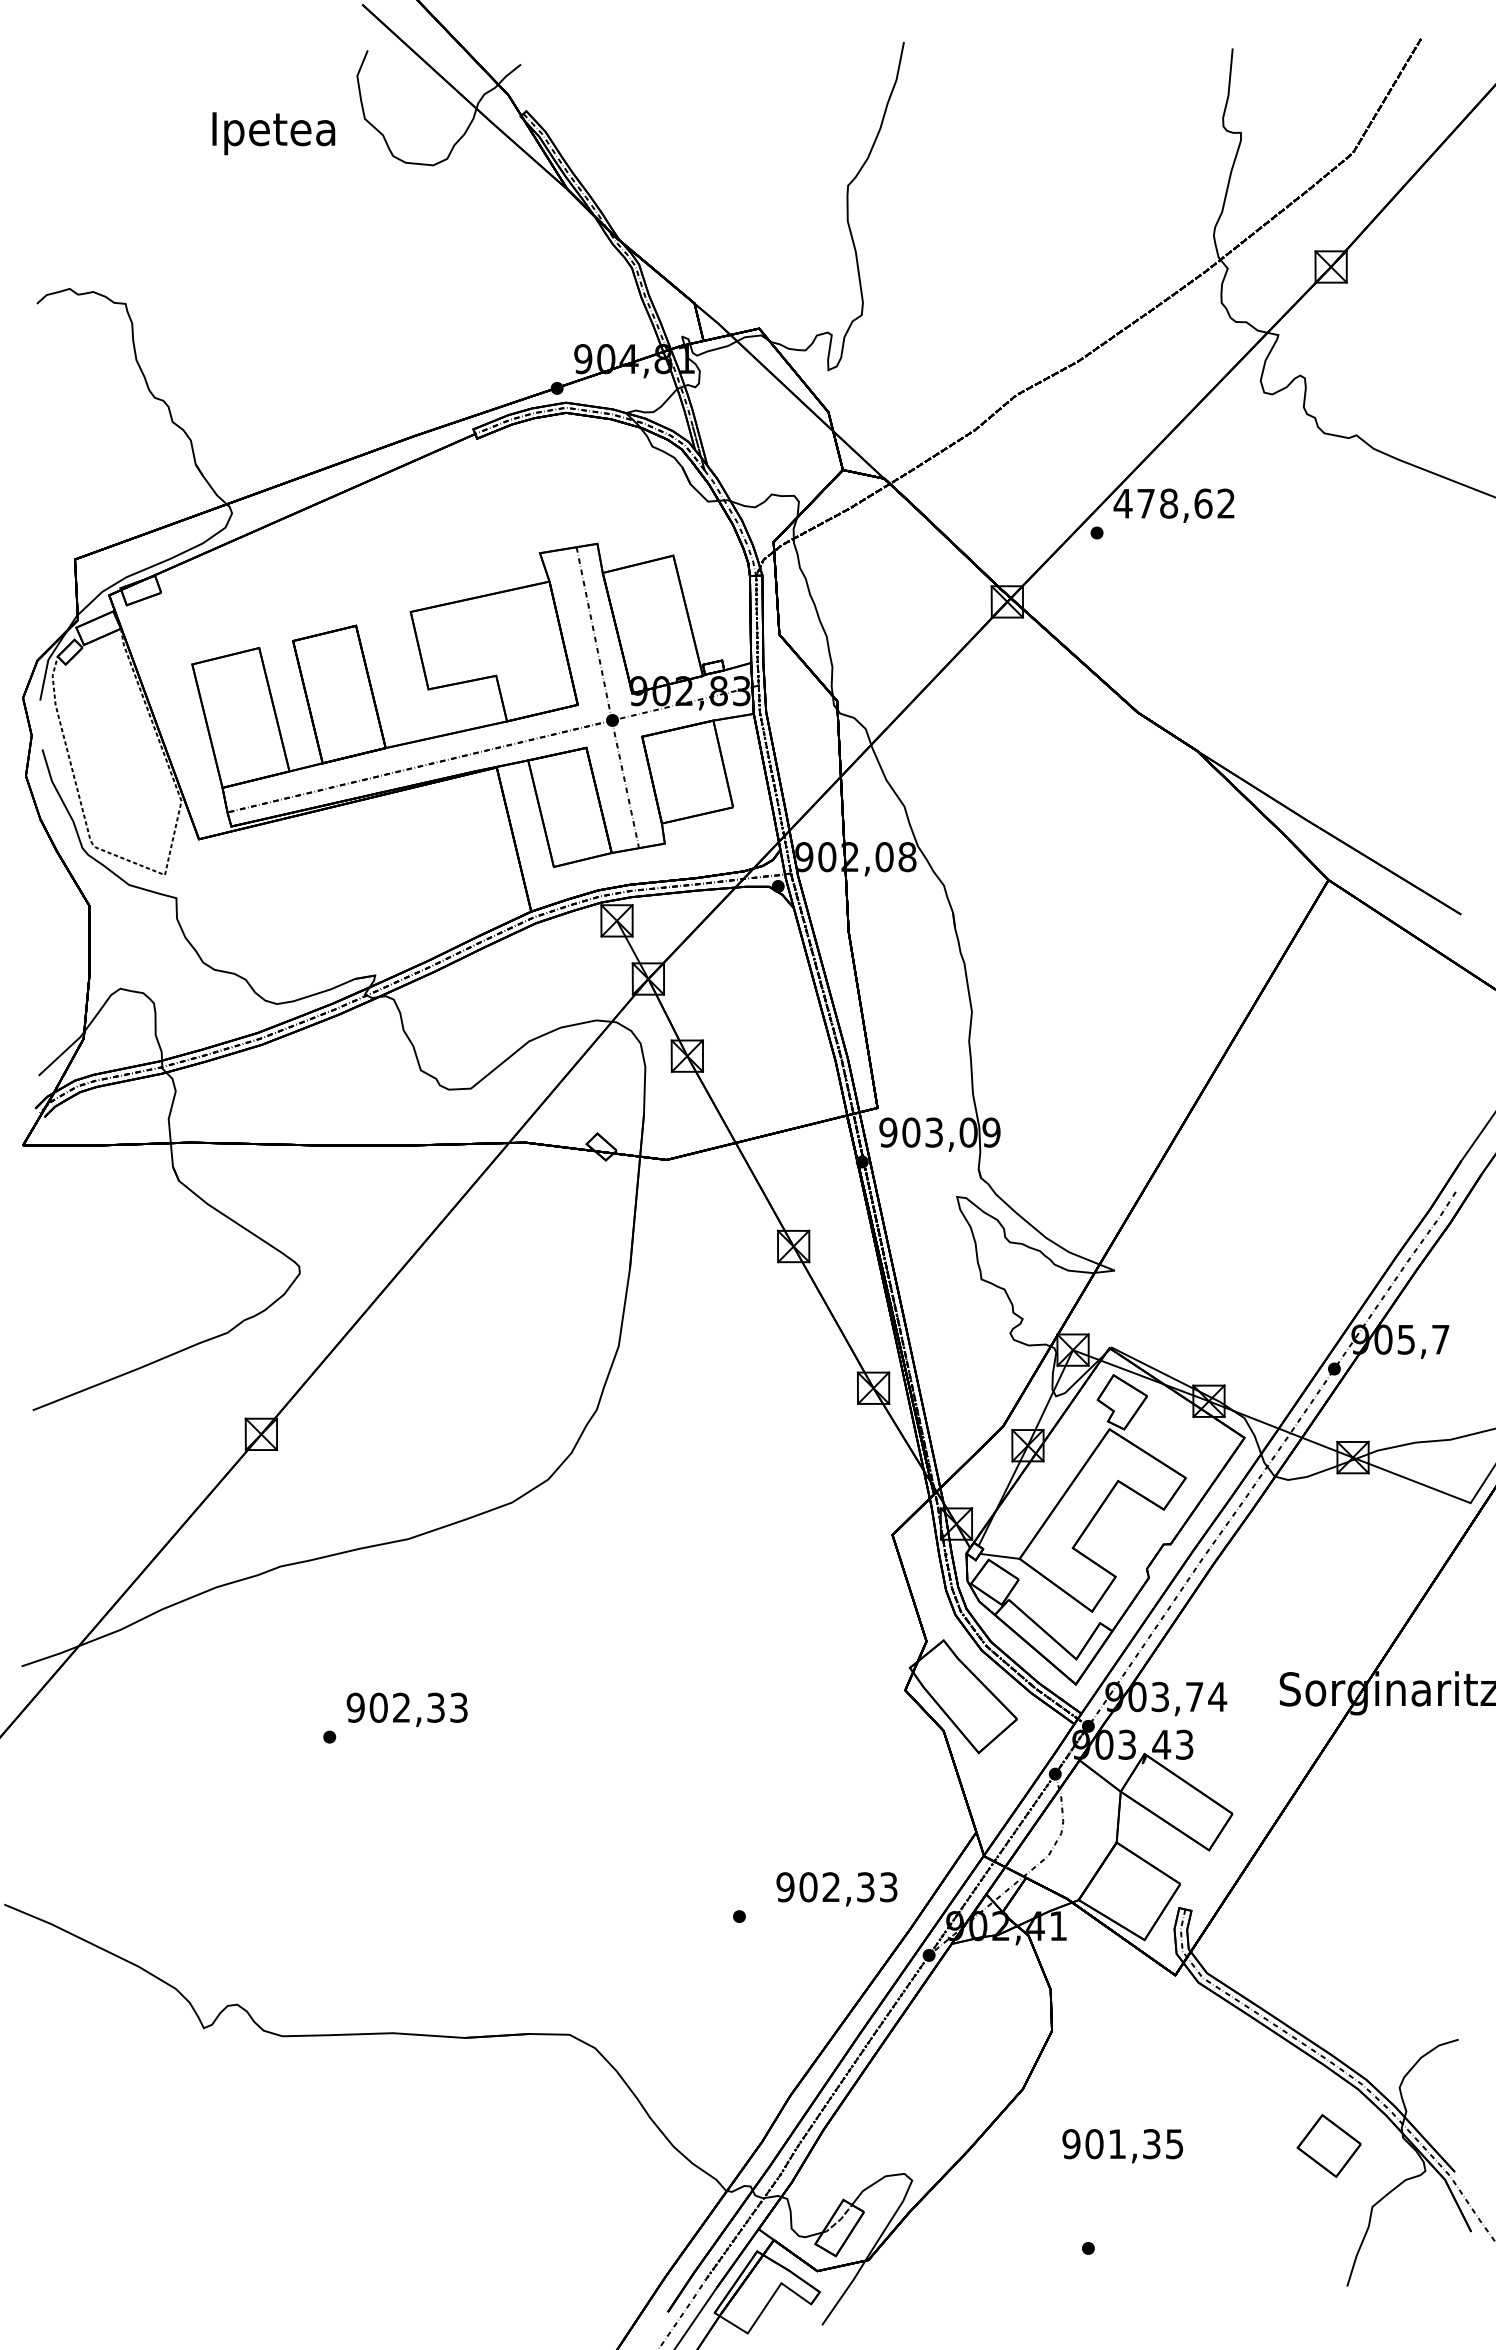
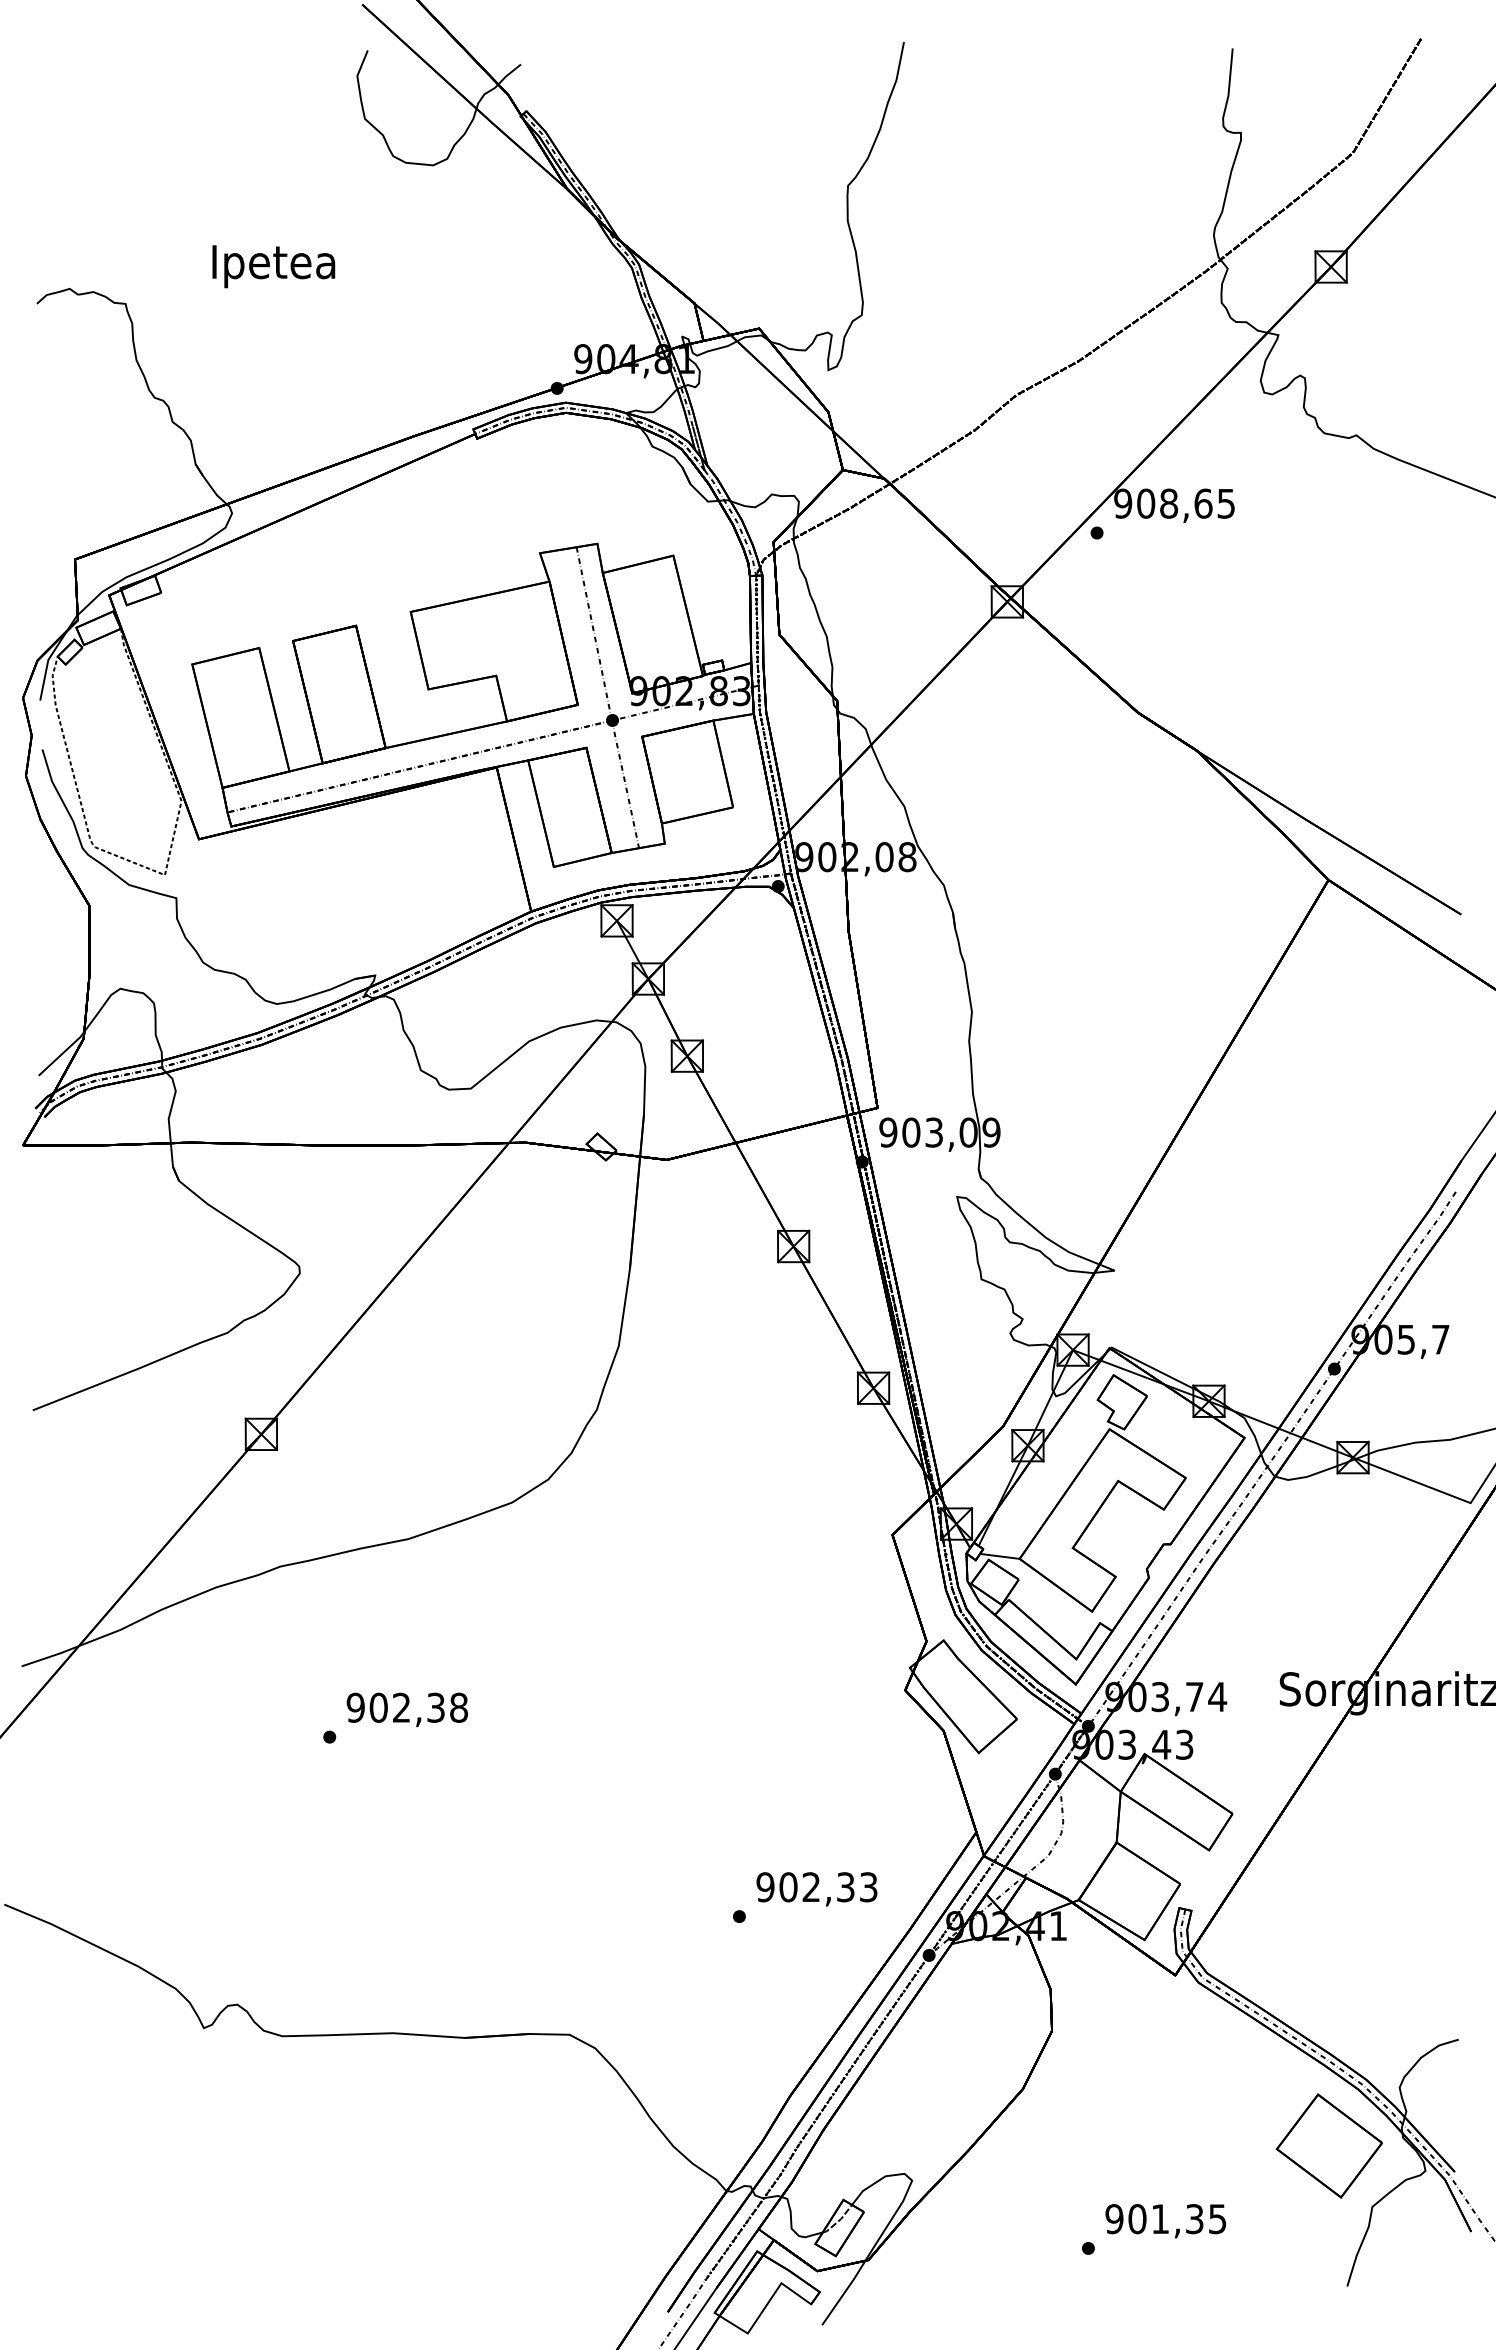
text at (273, 133) position: (273, 133) -> (273, 266)
text at (1173, 503): 478,62 -> 908,65
text at (459, 1707): 902,33 -> 902,38
text at (836, 1889) position: (836, 1889) -> (816, 1889)
part at (1328, 2145) size: 66x64 px -> 108x106 px
text at (1122, 2146) position: (1122, 2146) -> (1165, 2221)
